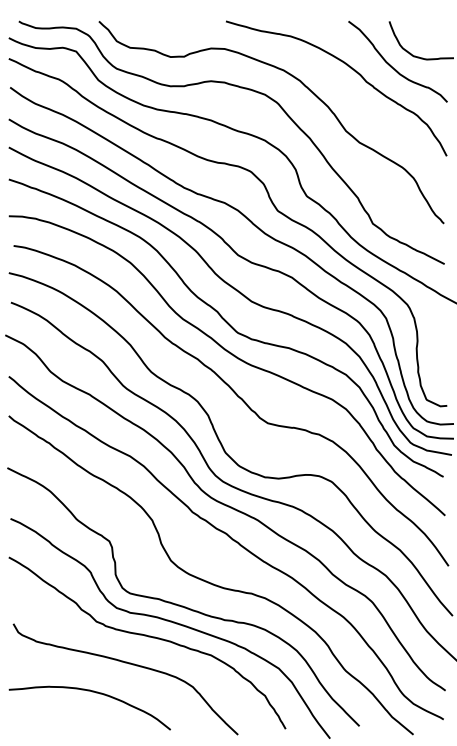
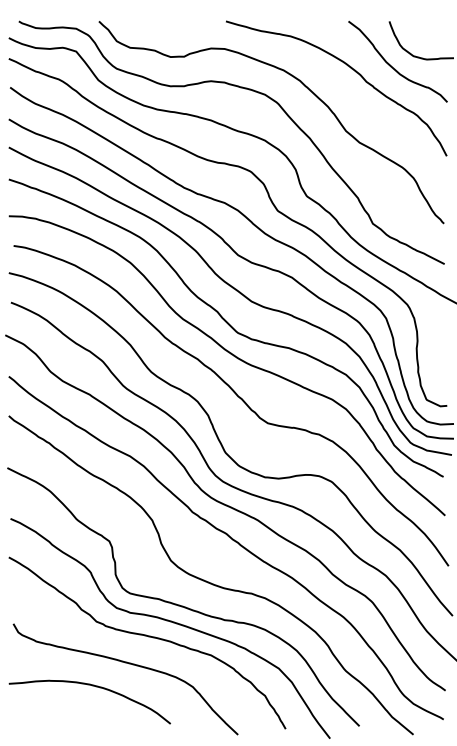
curve at (92, 692) position: (92, 692) -> (92, 686)
